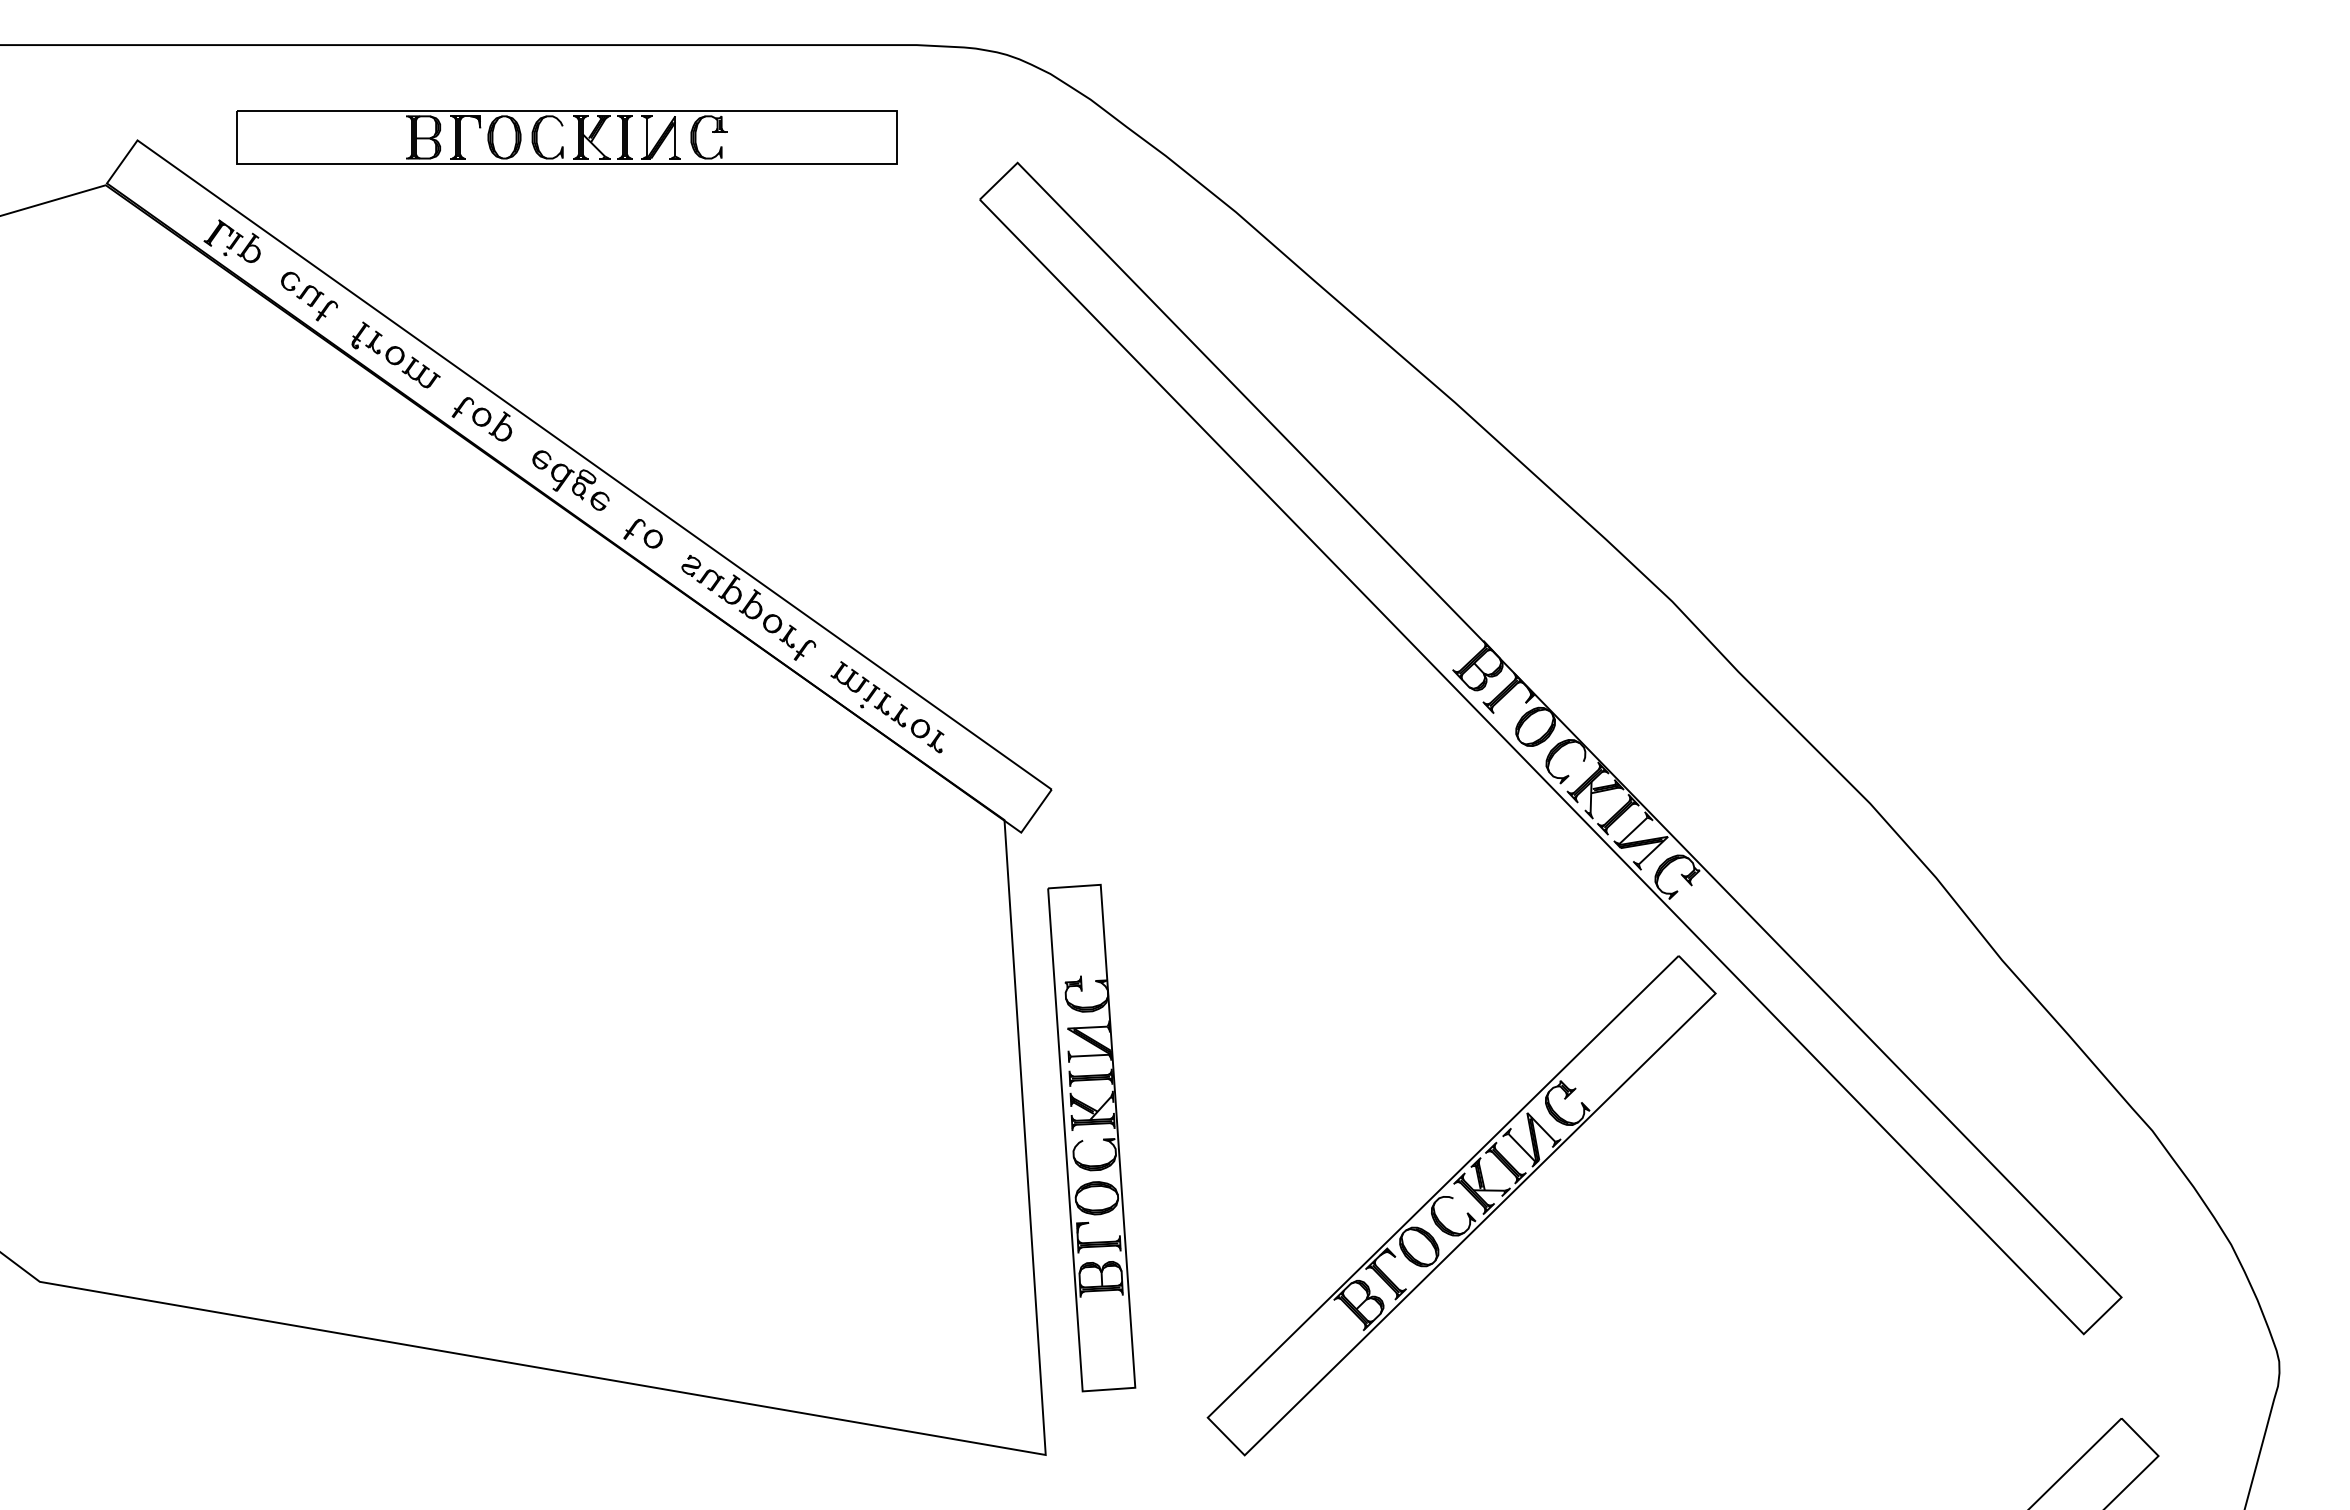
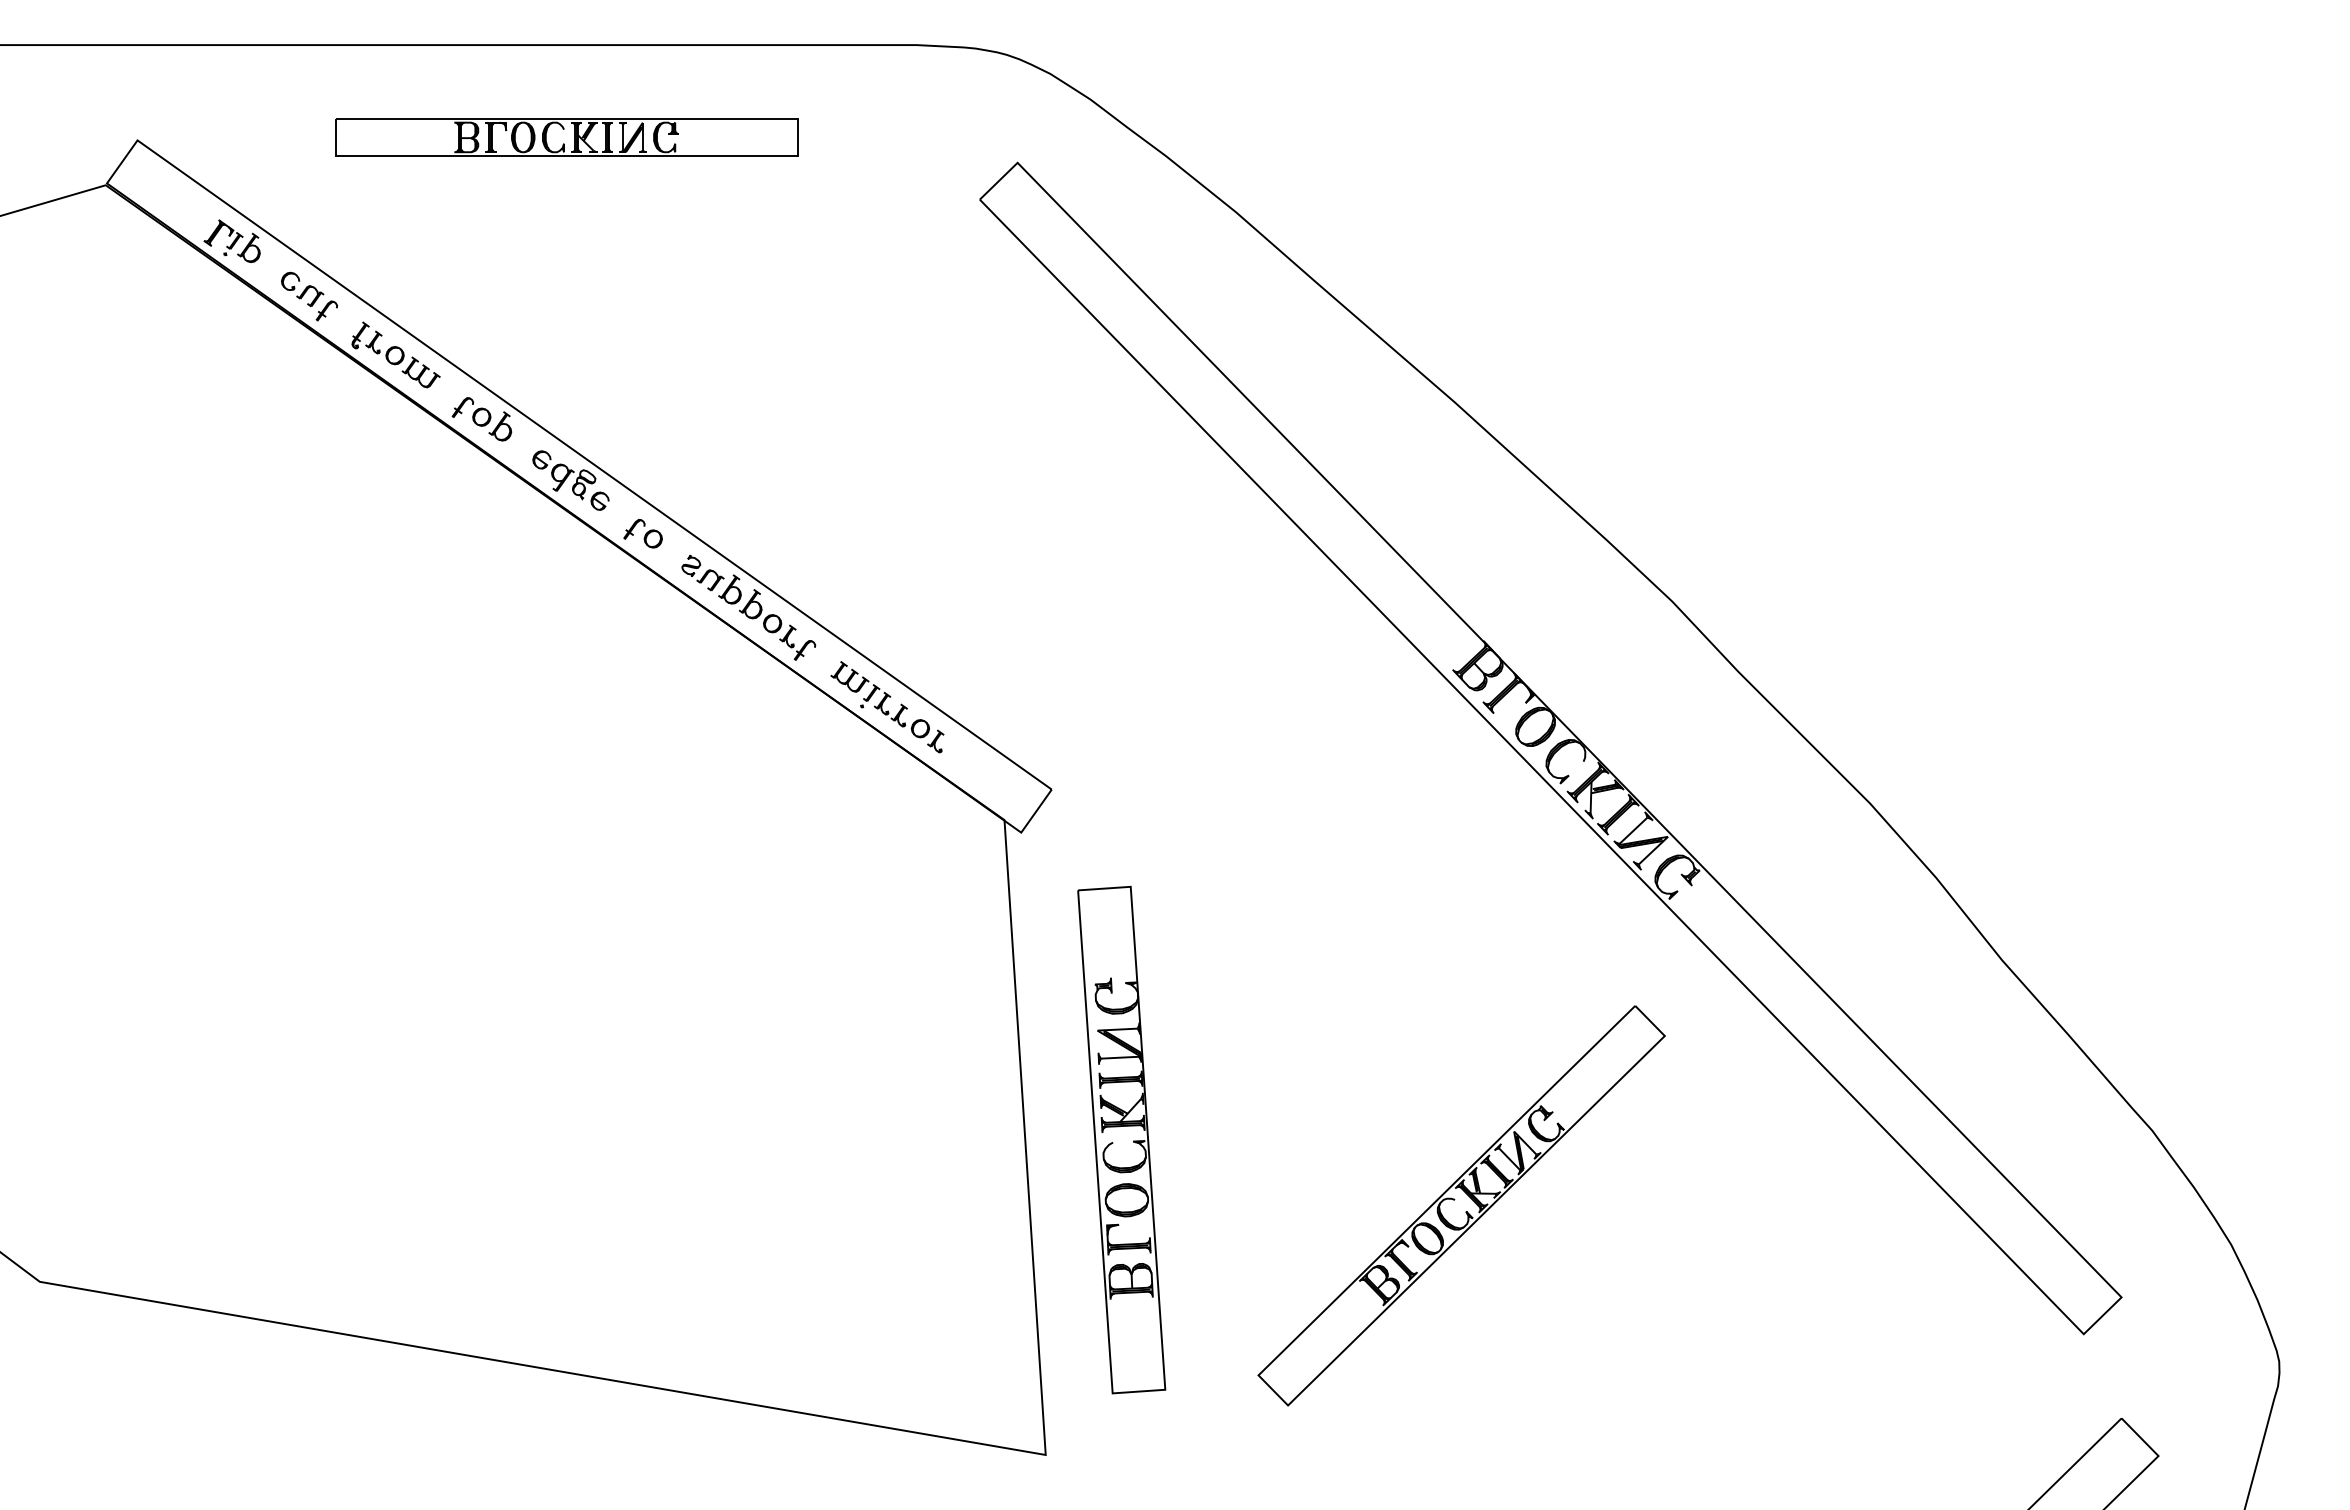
part at (566, 137) size: 662x55 px -> 464x39 px
part at (1091, 1138) position: (1091, 1138) -> (1121, 1140)
part at (1461, 1205) size: 511x502 px -> 409x402 px
